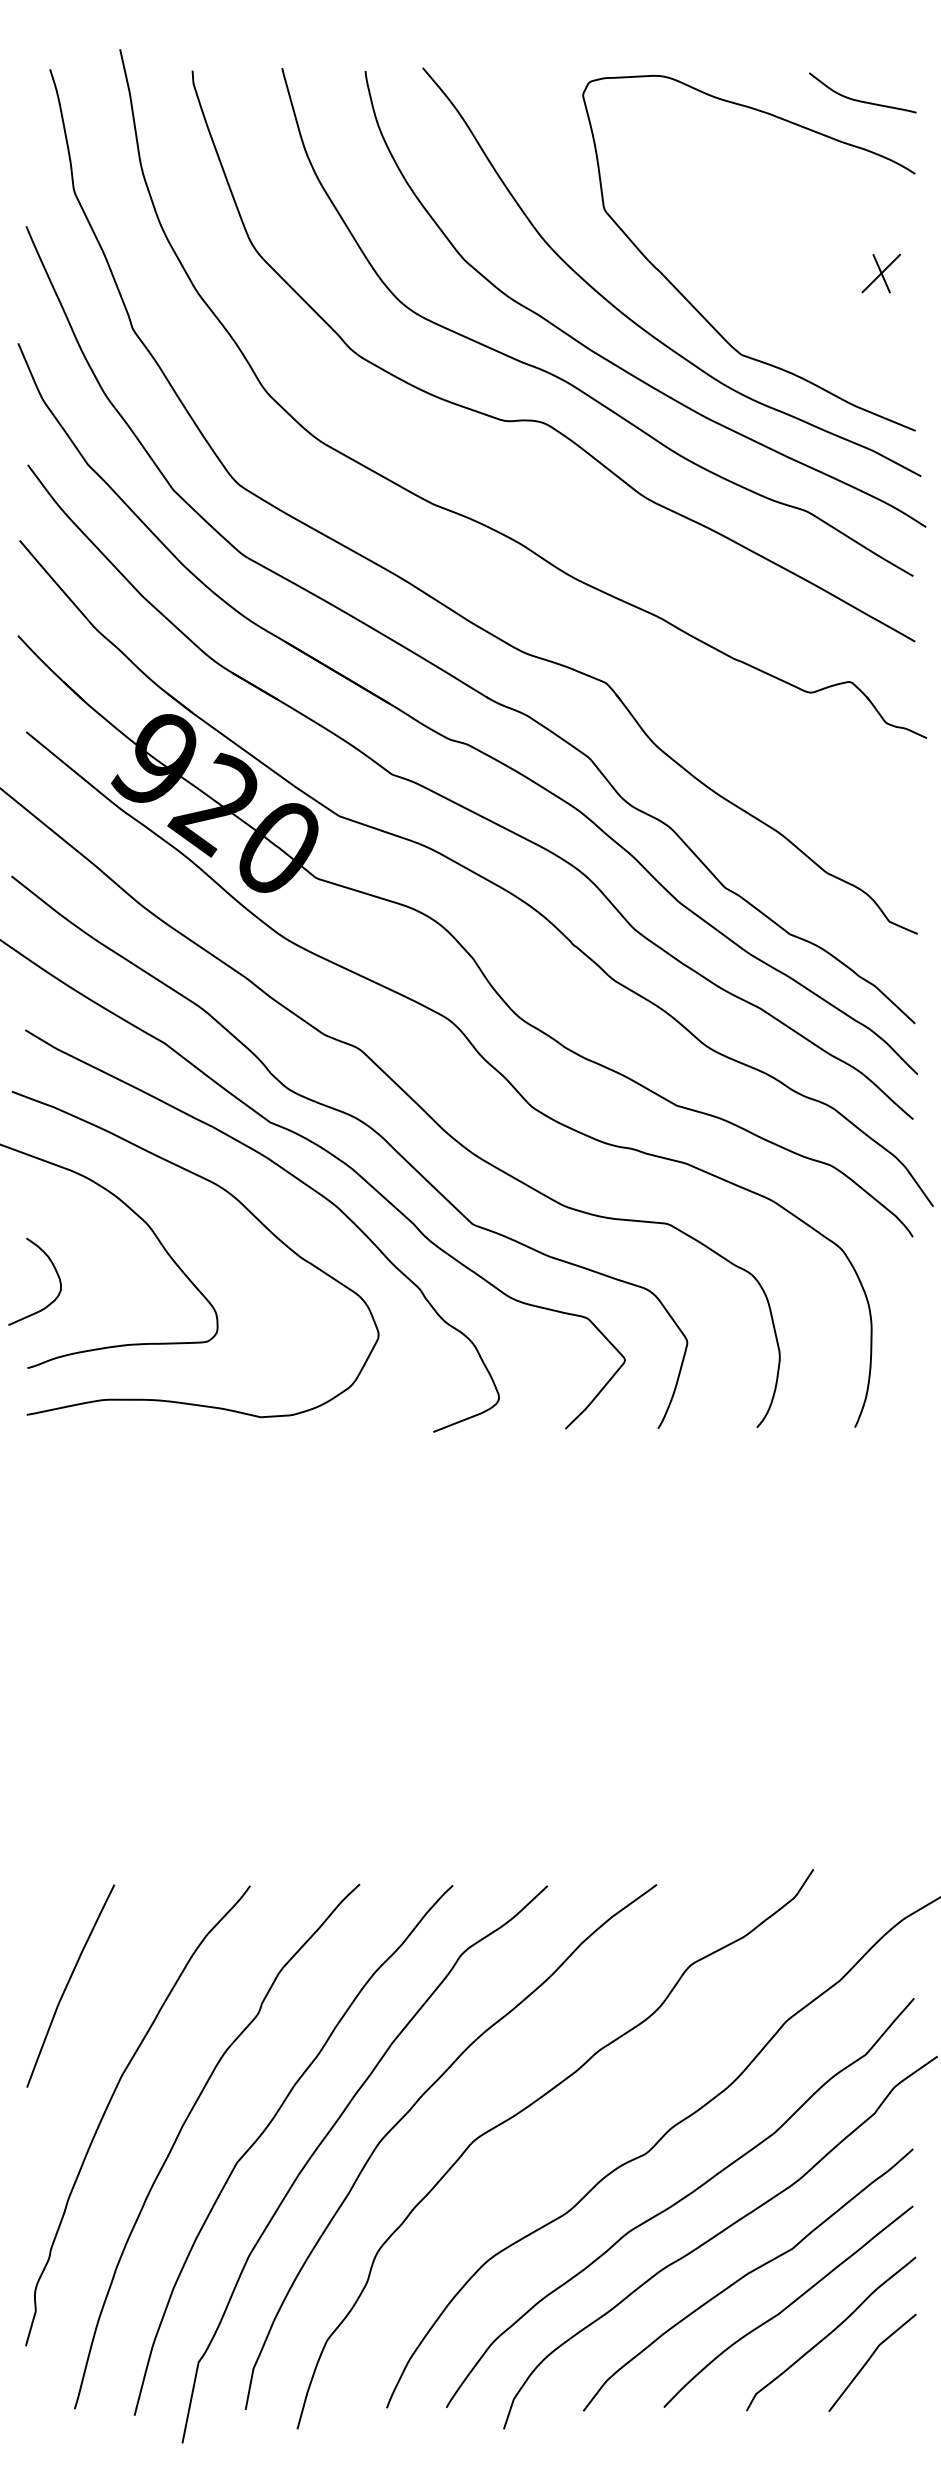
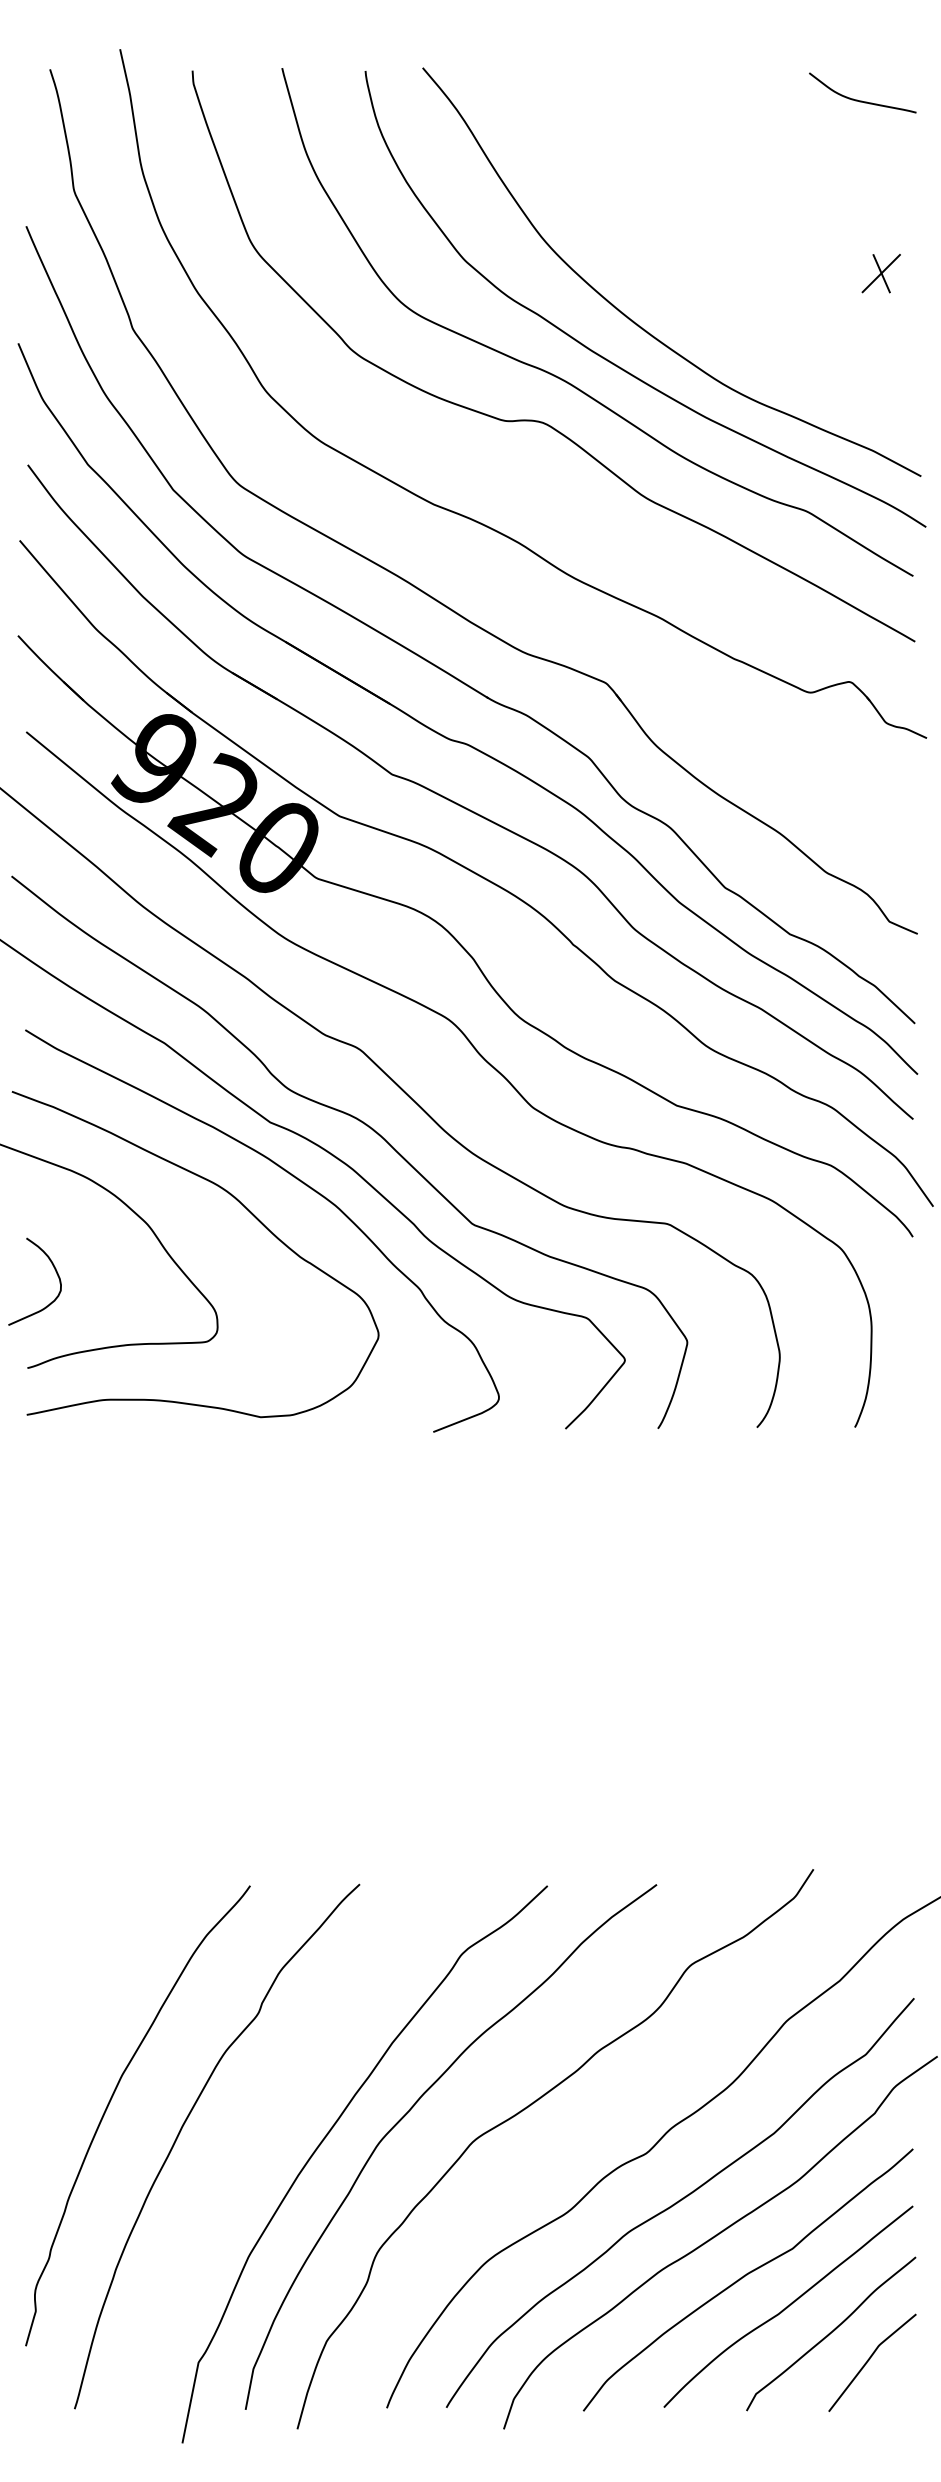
curve at (694, 306): present -> none
curve at (68, 1984): present -> none
curve at (267, 2128): present -> none
